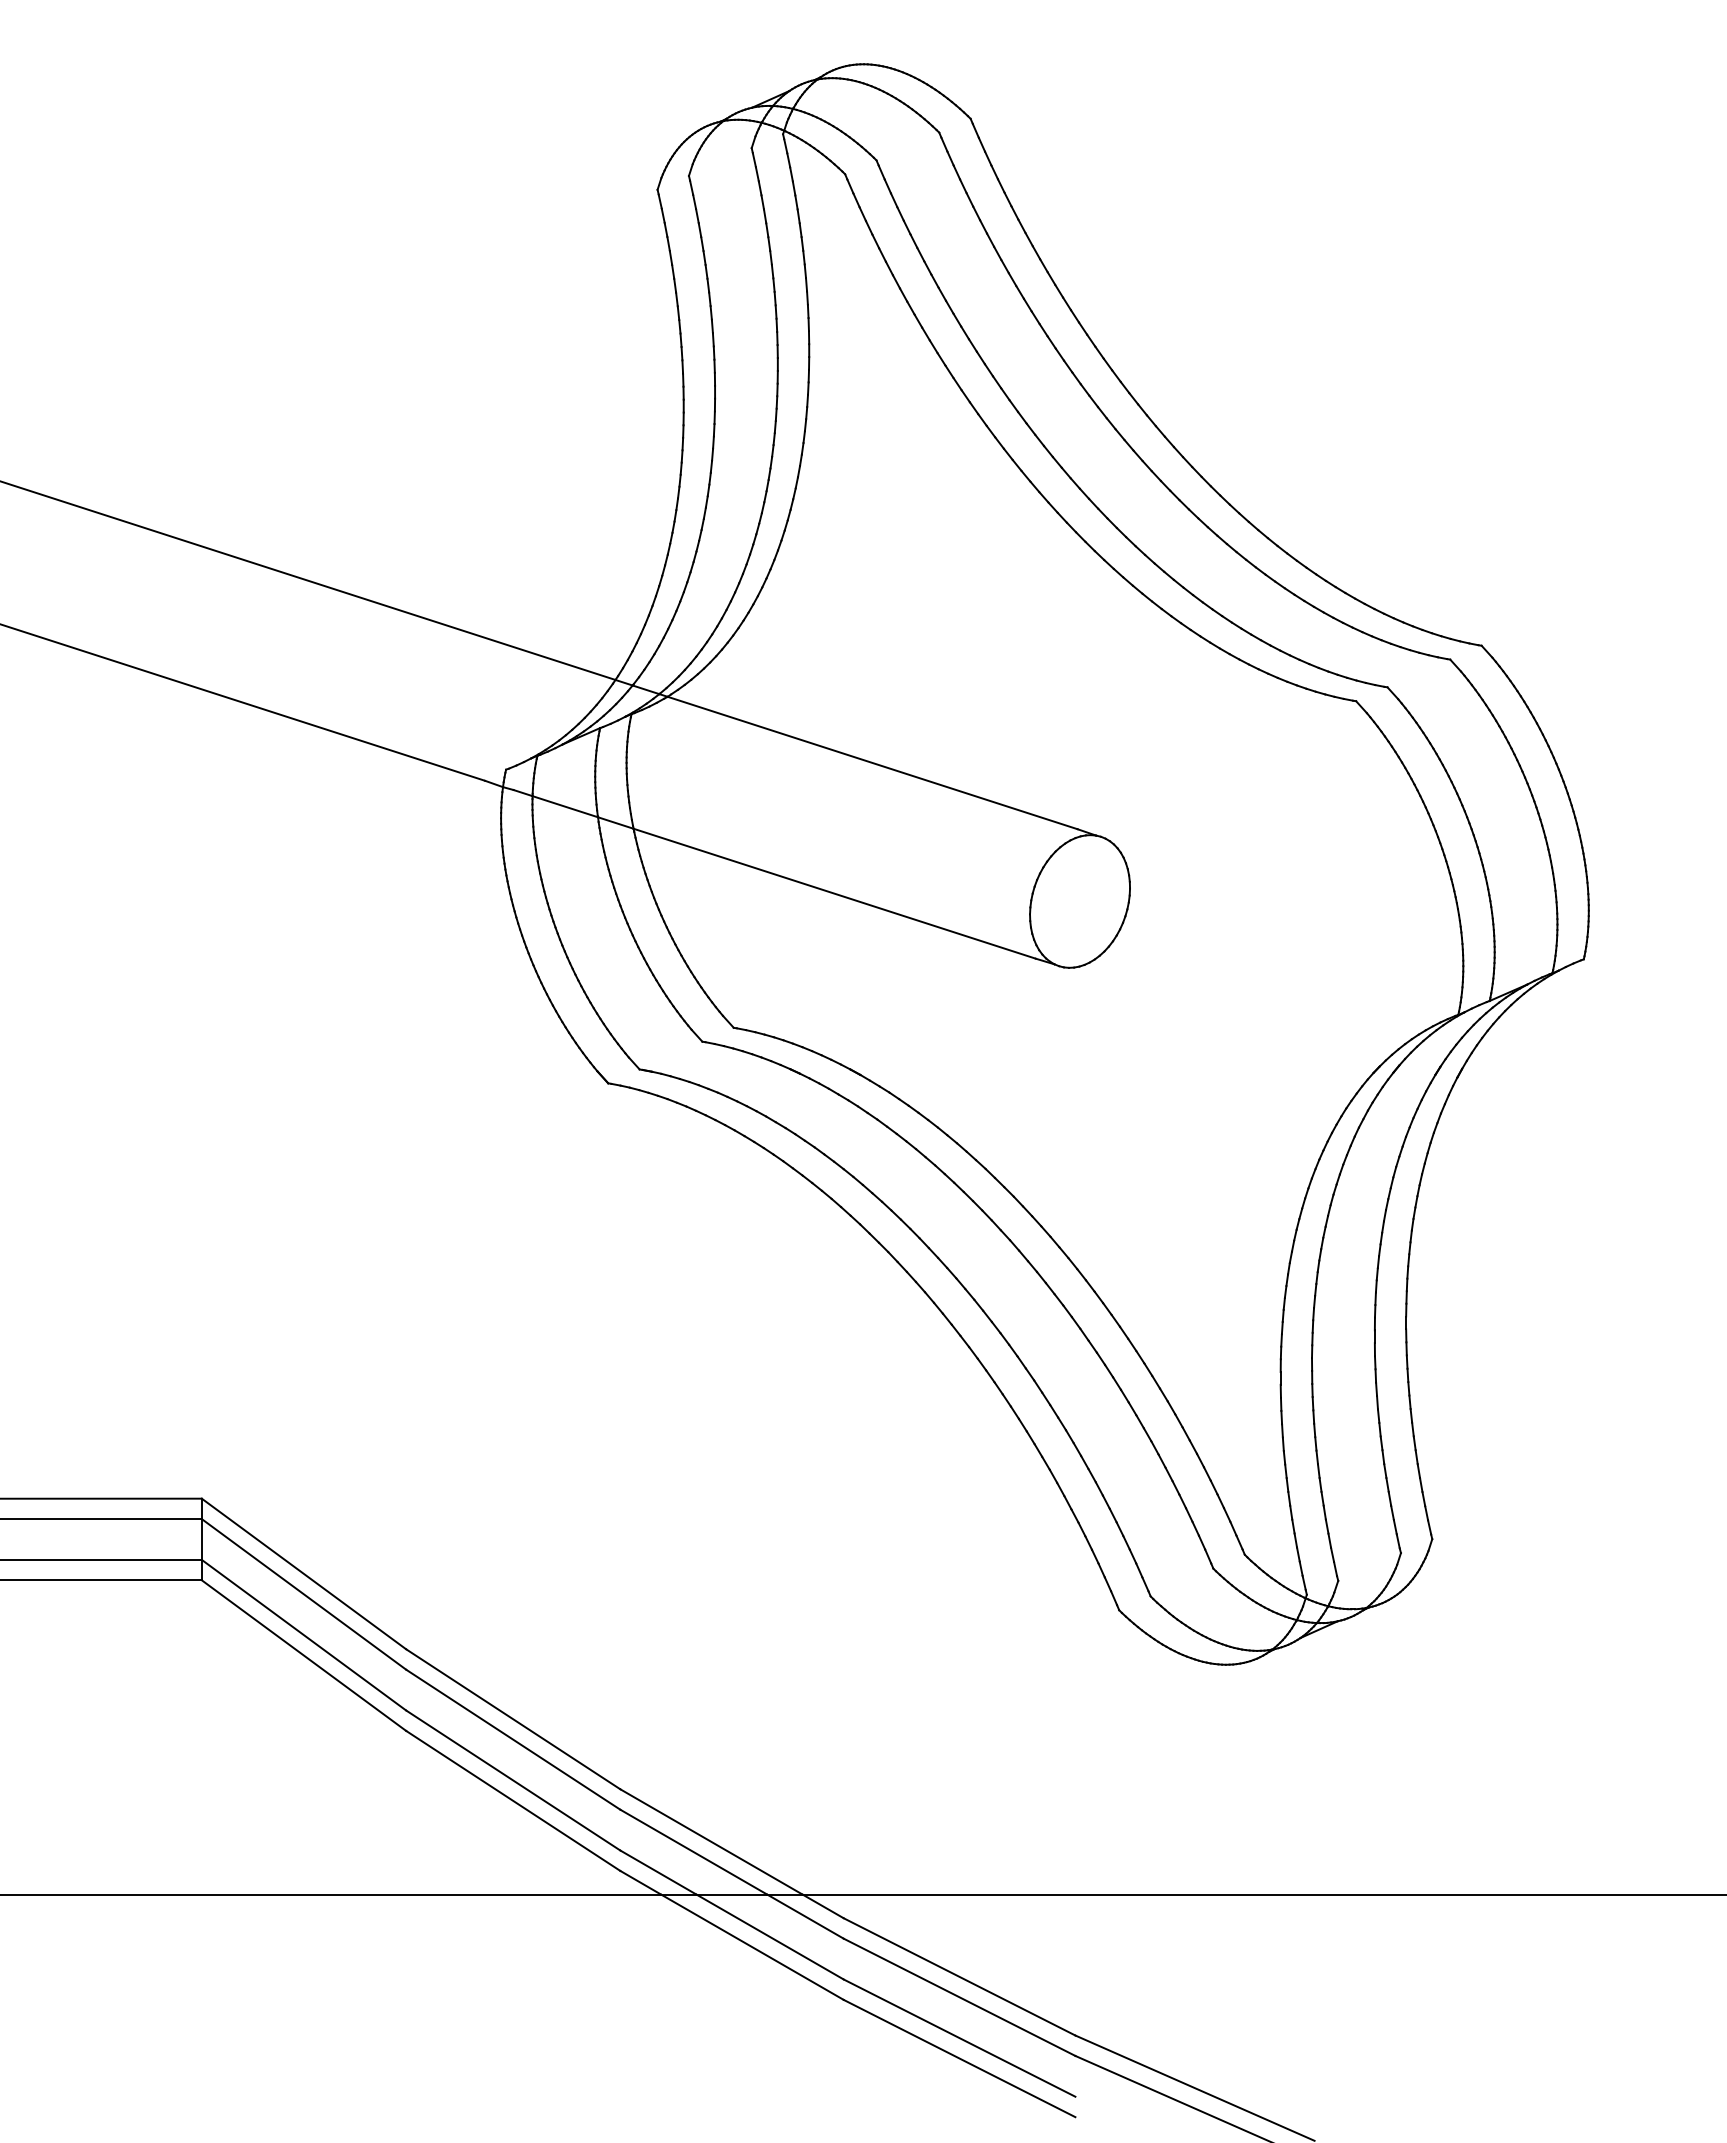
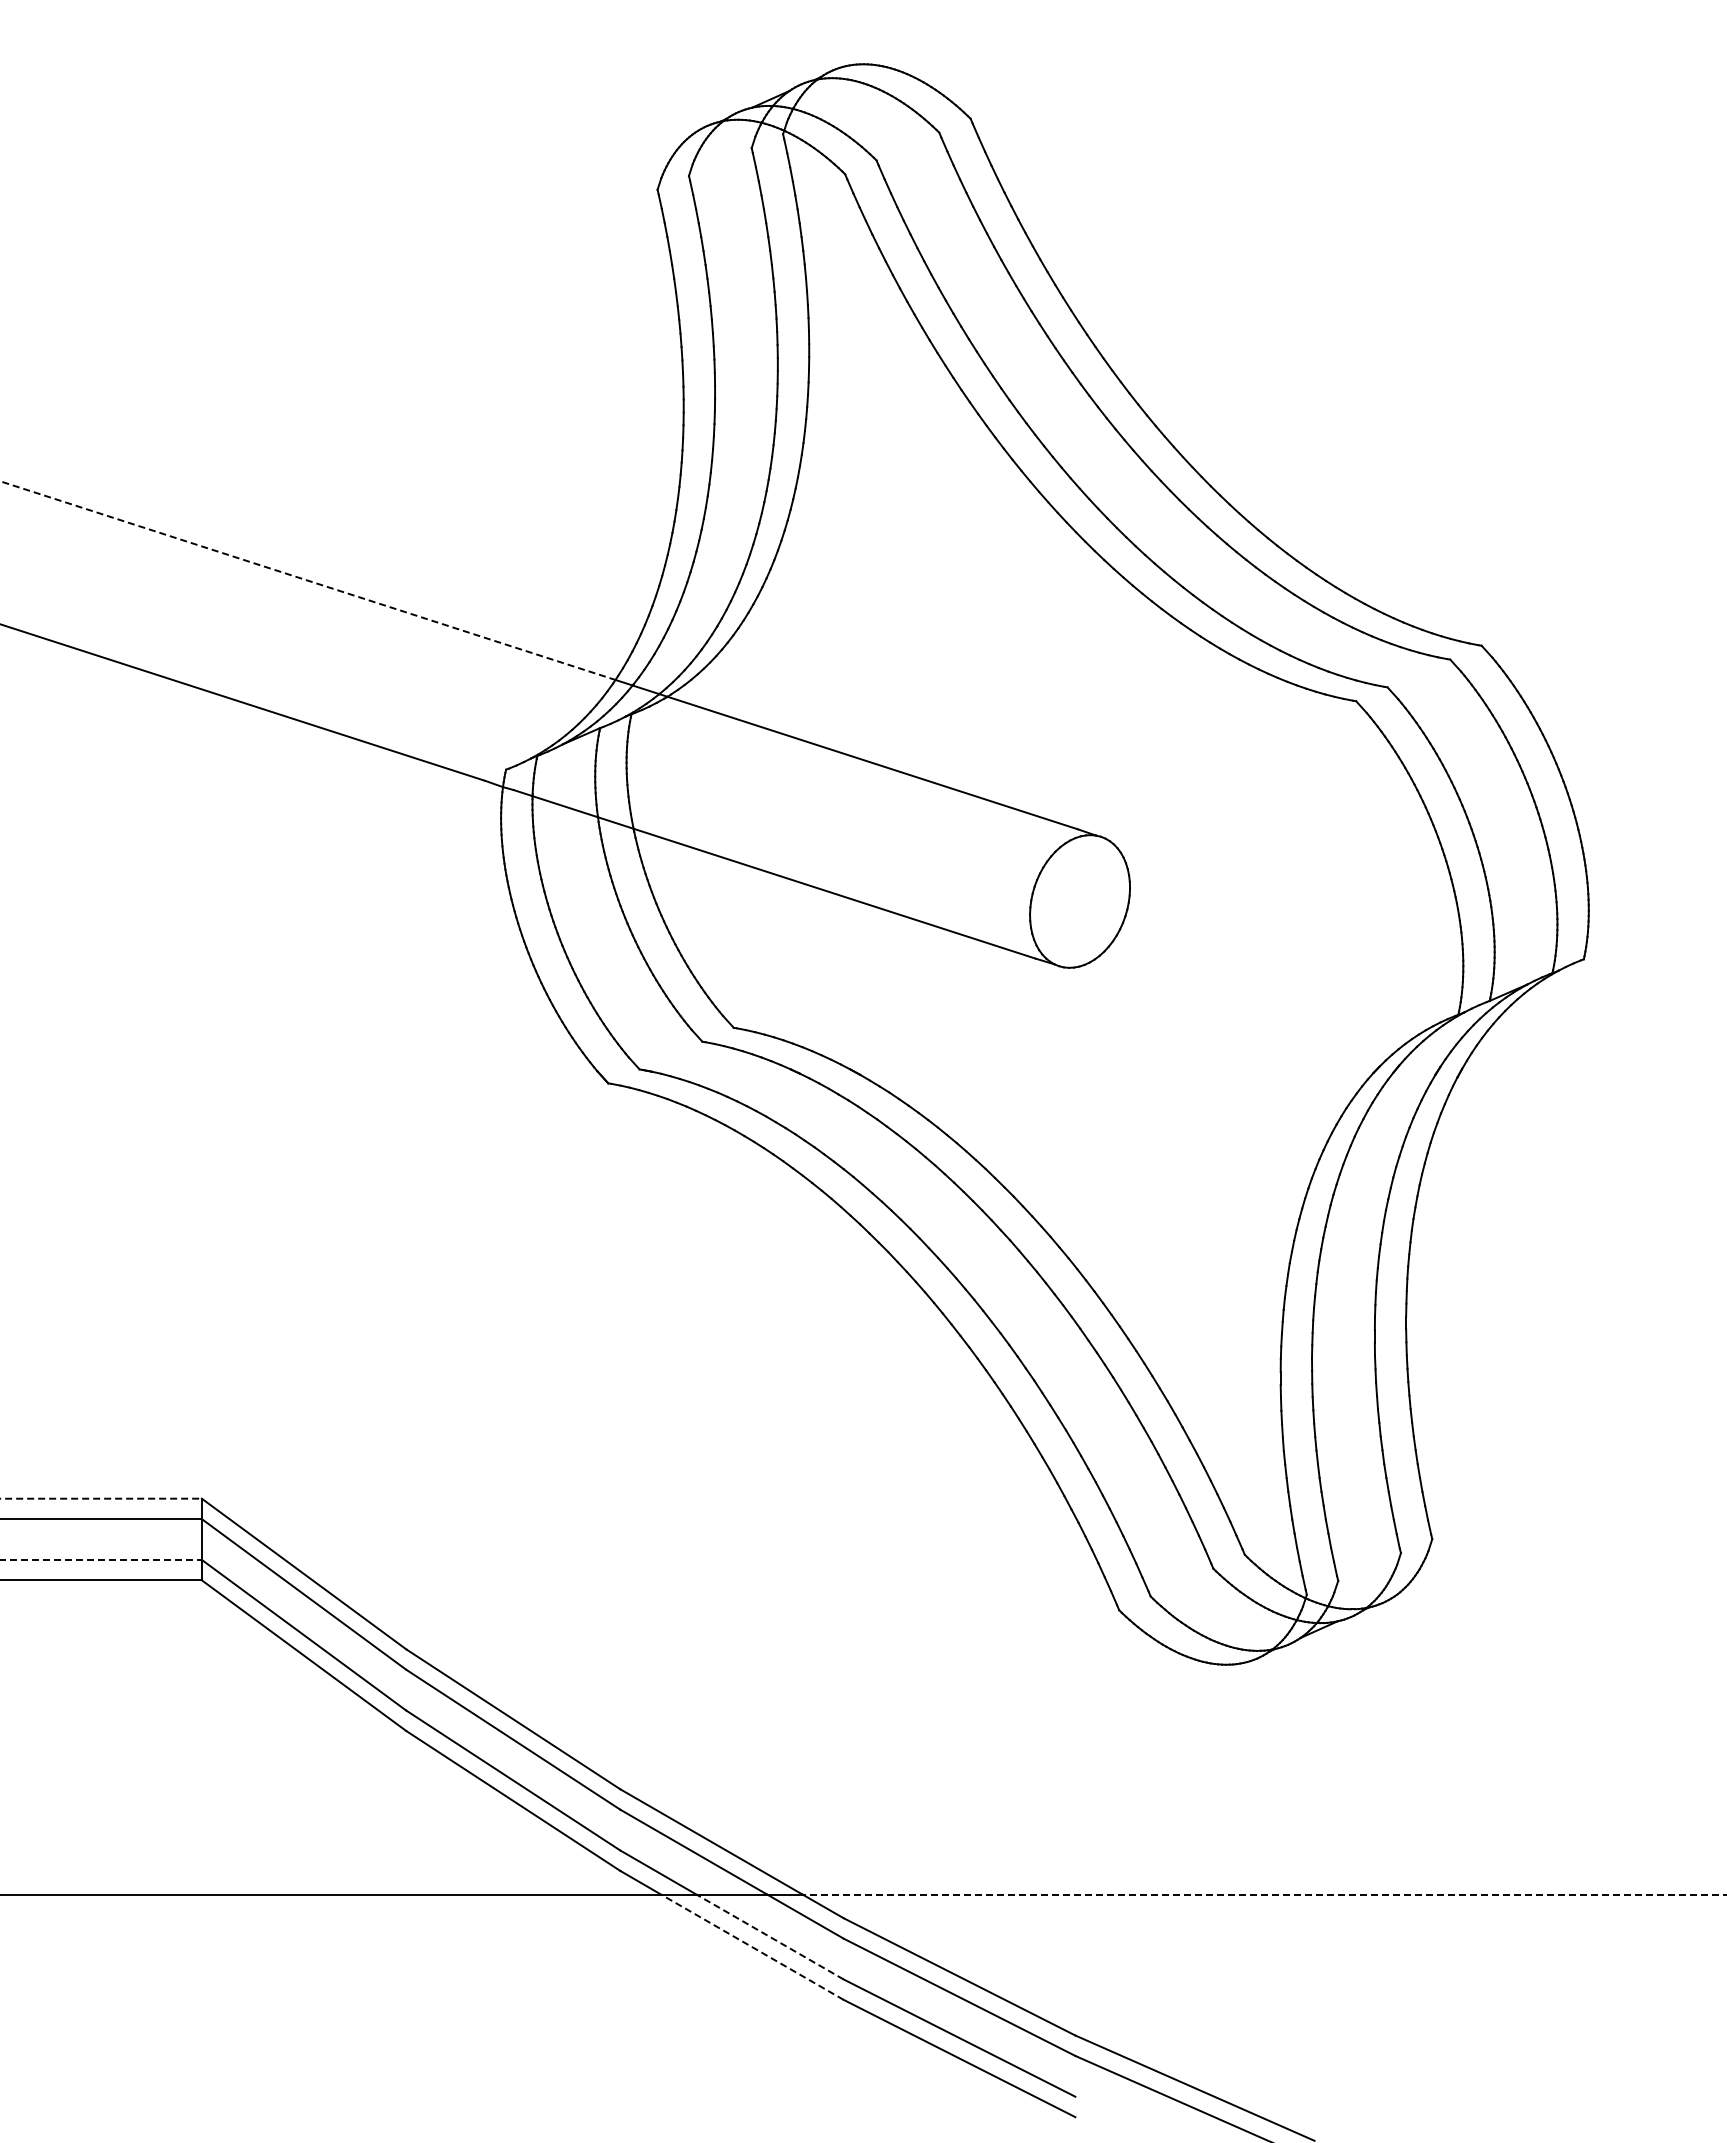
line at (308, 580): solid -> dashed
line at (101, 1498): solid -> dashed
line at (100, 1559): solid -> dashed
line at (1264, 1894): solid -> dashed
line at (770, 1937): solid -> dashed
line at (751, 1946): solid -> dashed
